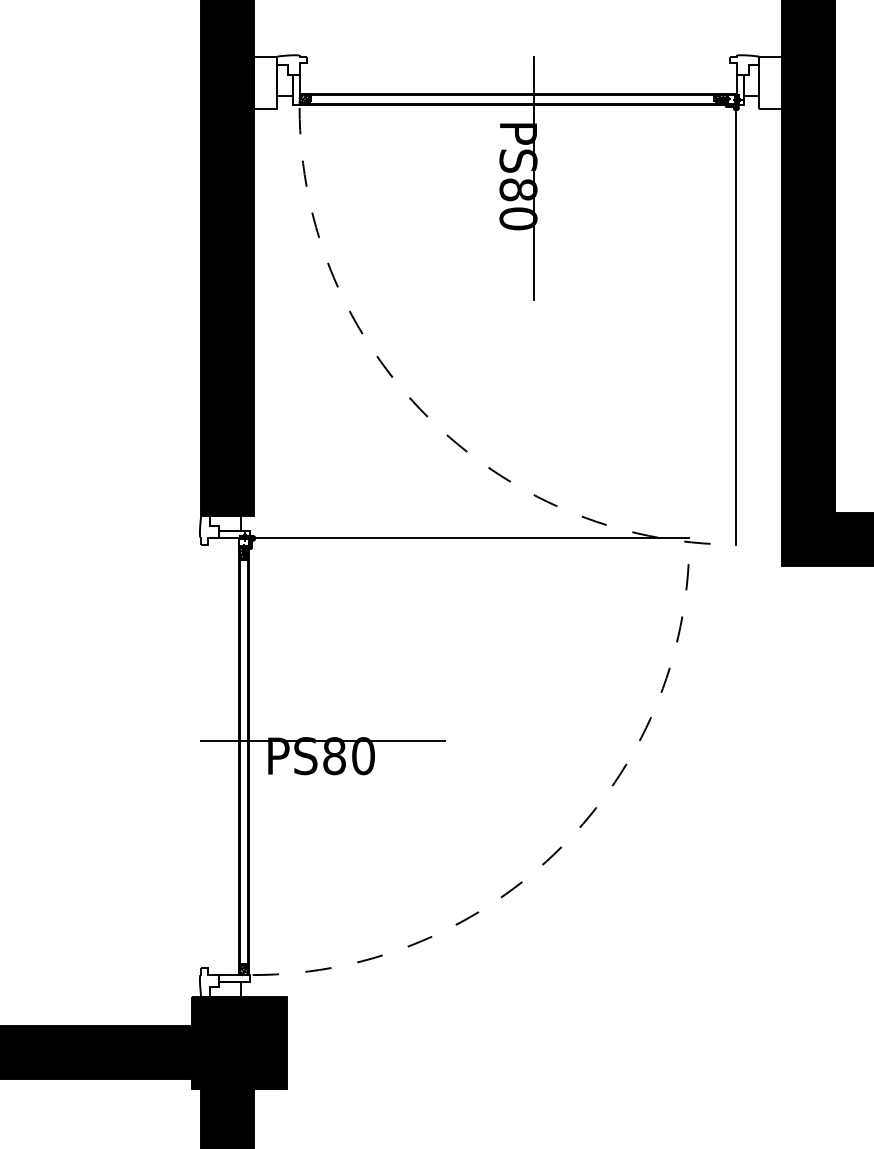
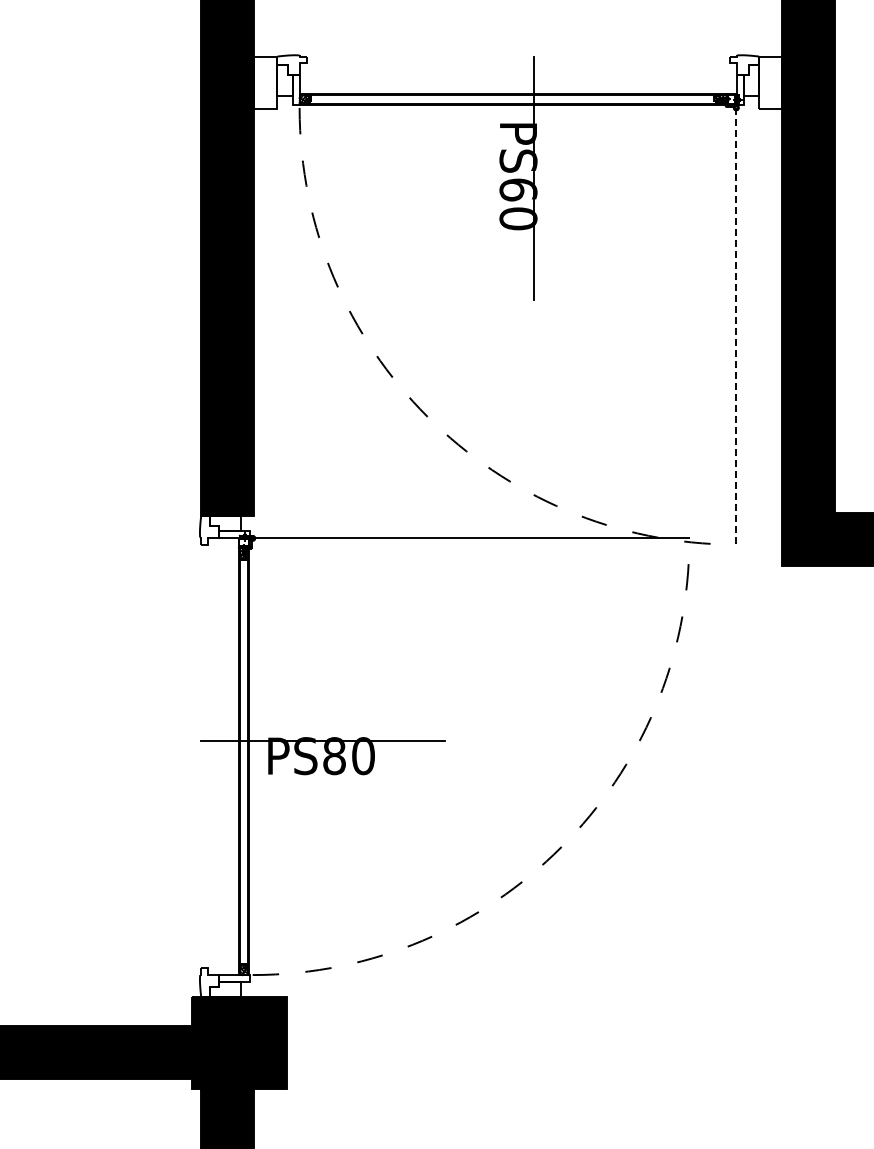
text at (518, 189): PS80 -> PS60
line at (736, 326): solid -> dashed
